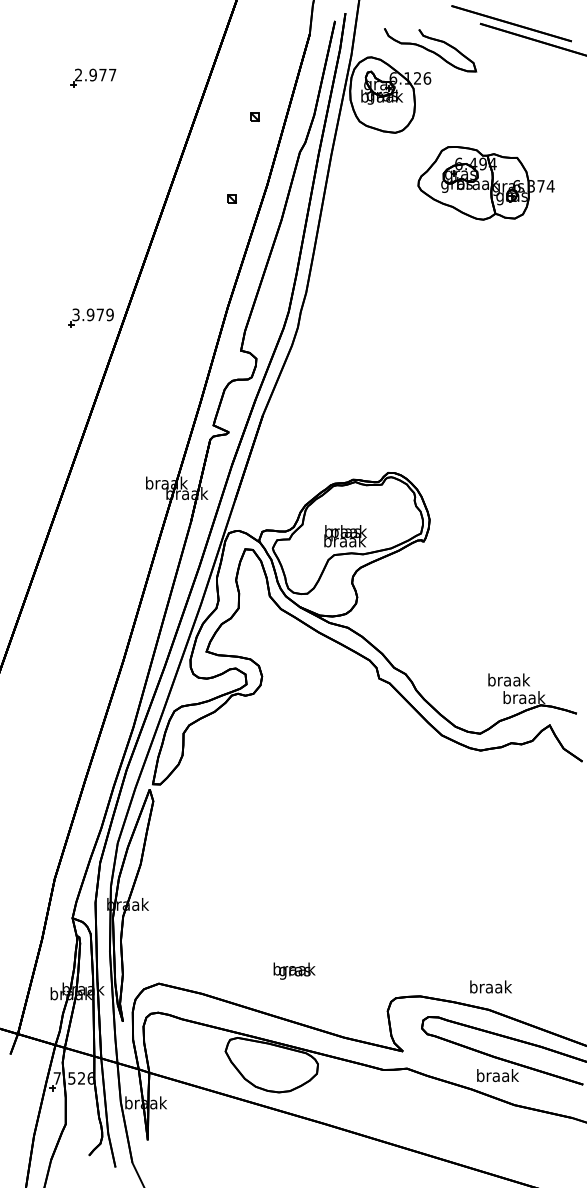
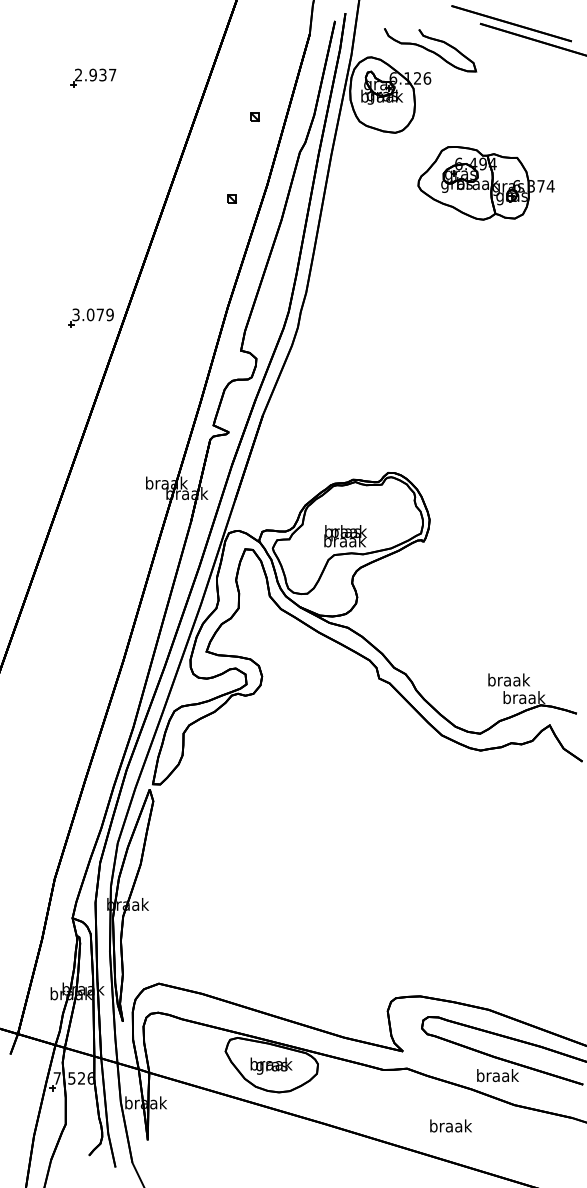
text at (102, 74): 2.977 -> 2.937
text at (90, 314): 3.979 -> 3.079
text at (294, 970) position: (294, 970) -> (271, 1065)
text at (490, 986) position: (490, 986) -> (450, 1125)
